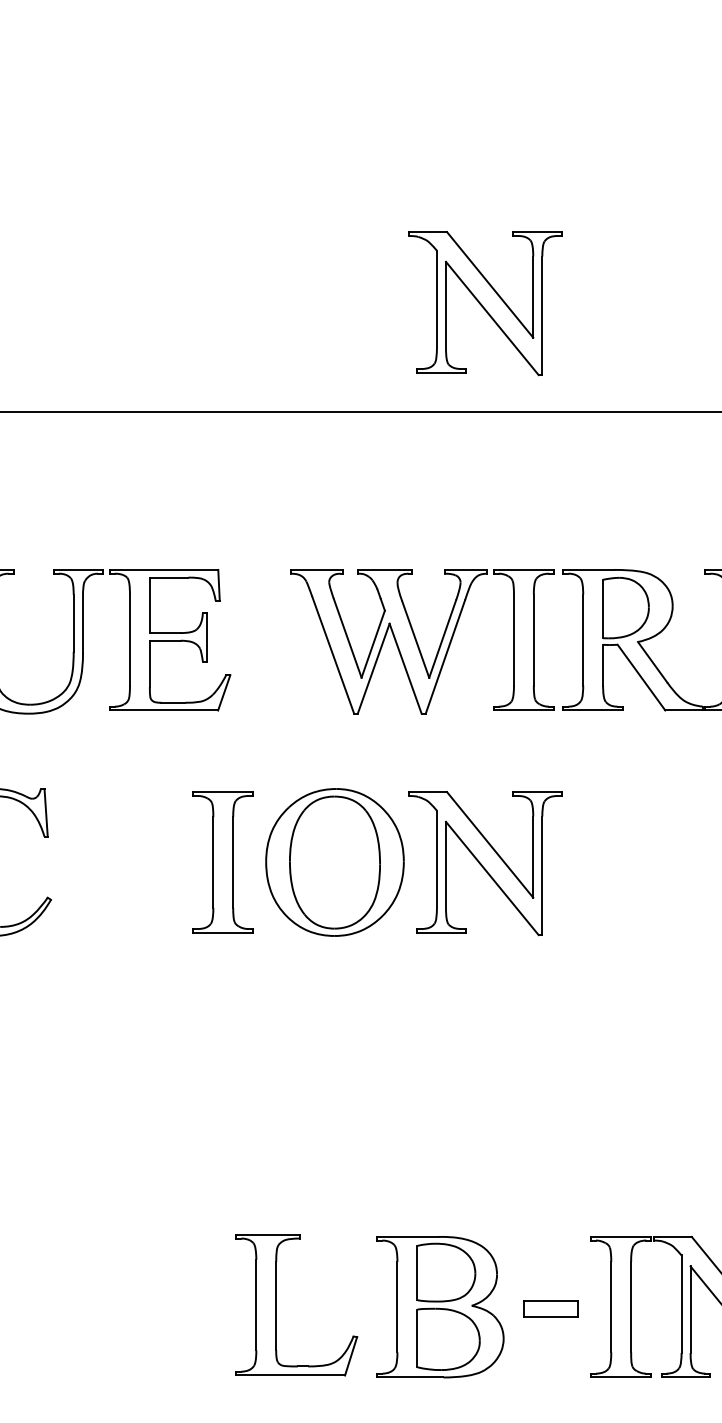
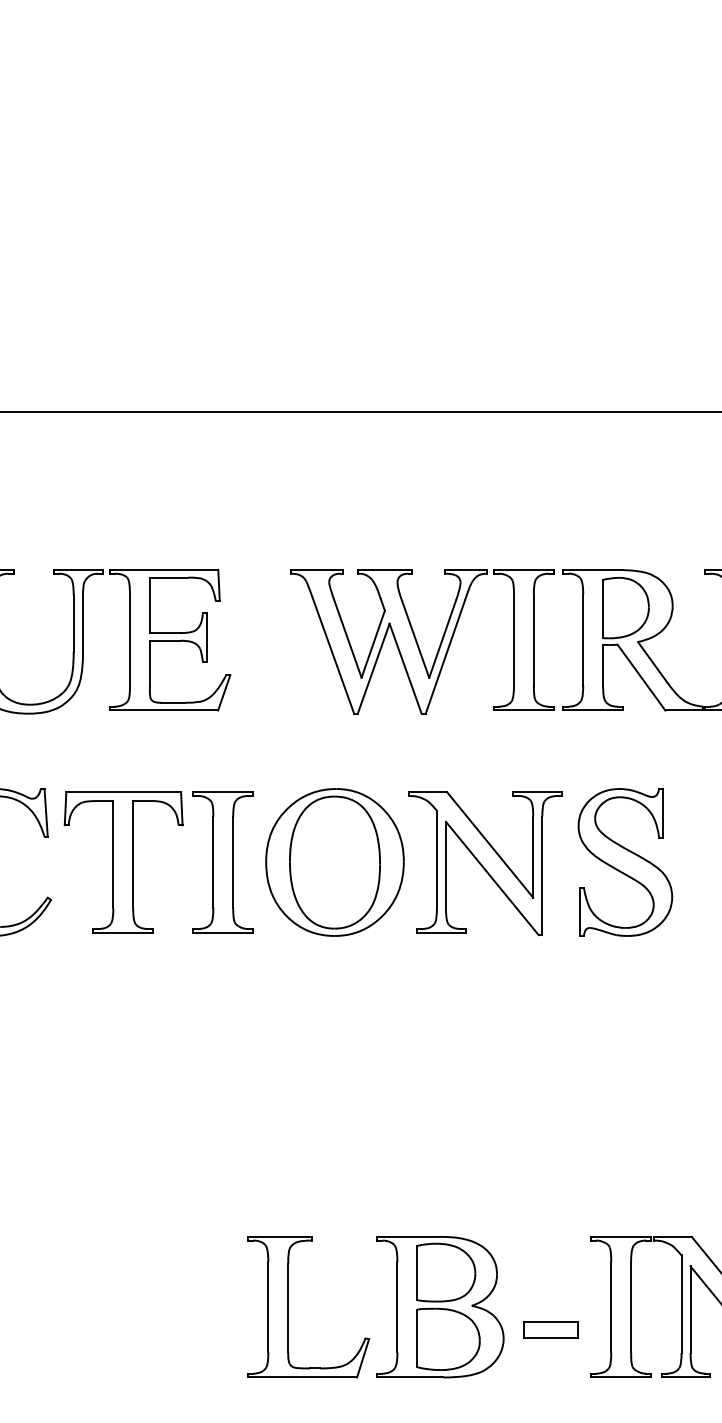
part at (485, 303): present -> none
part at (123, 862): none -> present
part at (625, 862): none -> present
part at (276, 1305) position: (276, 1305) -> (288, 1307)
part at (550, 1308) position: (550, 1308) -> (550, 1329)
